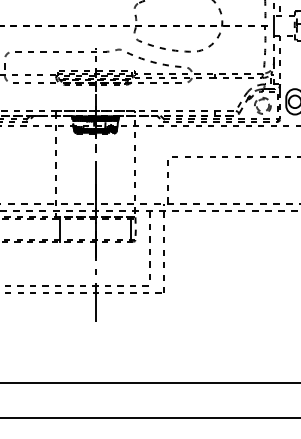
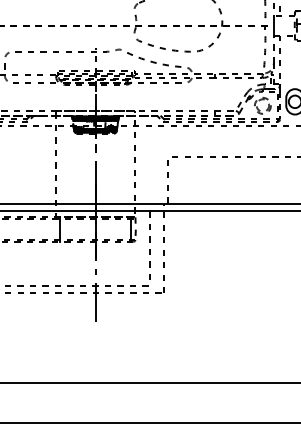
line at (150, 203): dashed -> solid
line at (150, 211): dashed -> solid
line at (149, 417) position: (149, 417) -> (149, 422)
